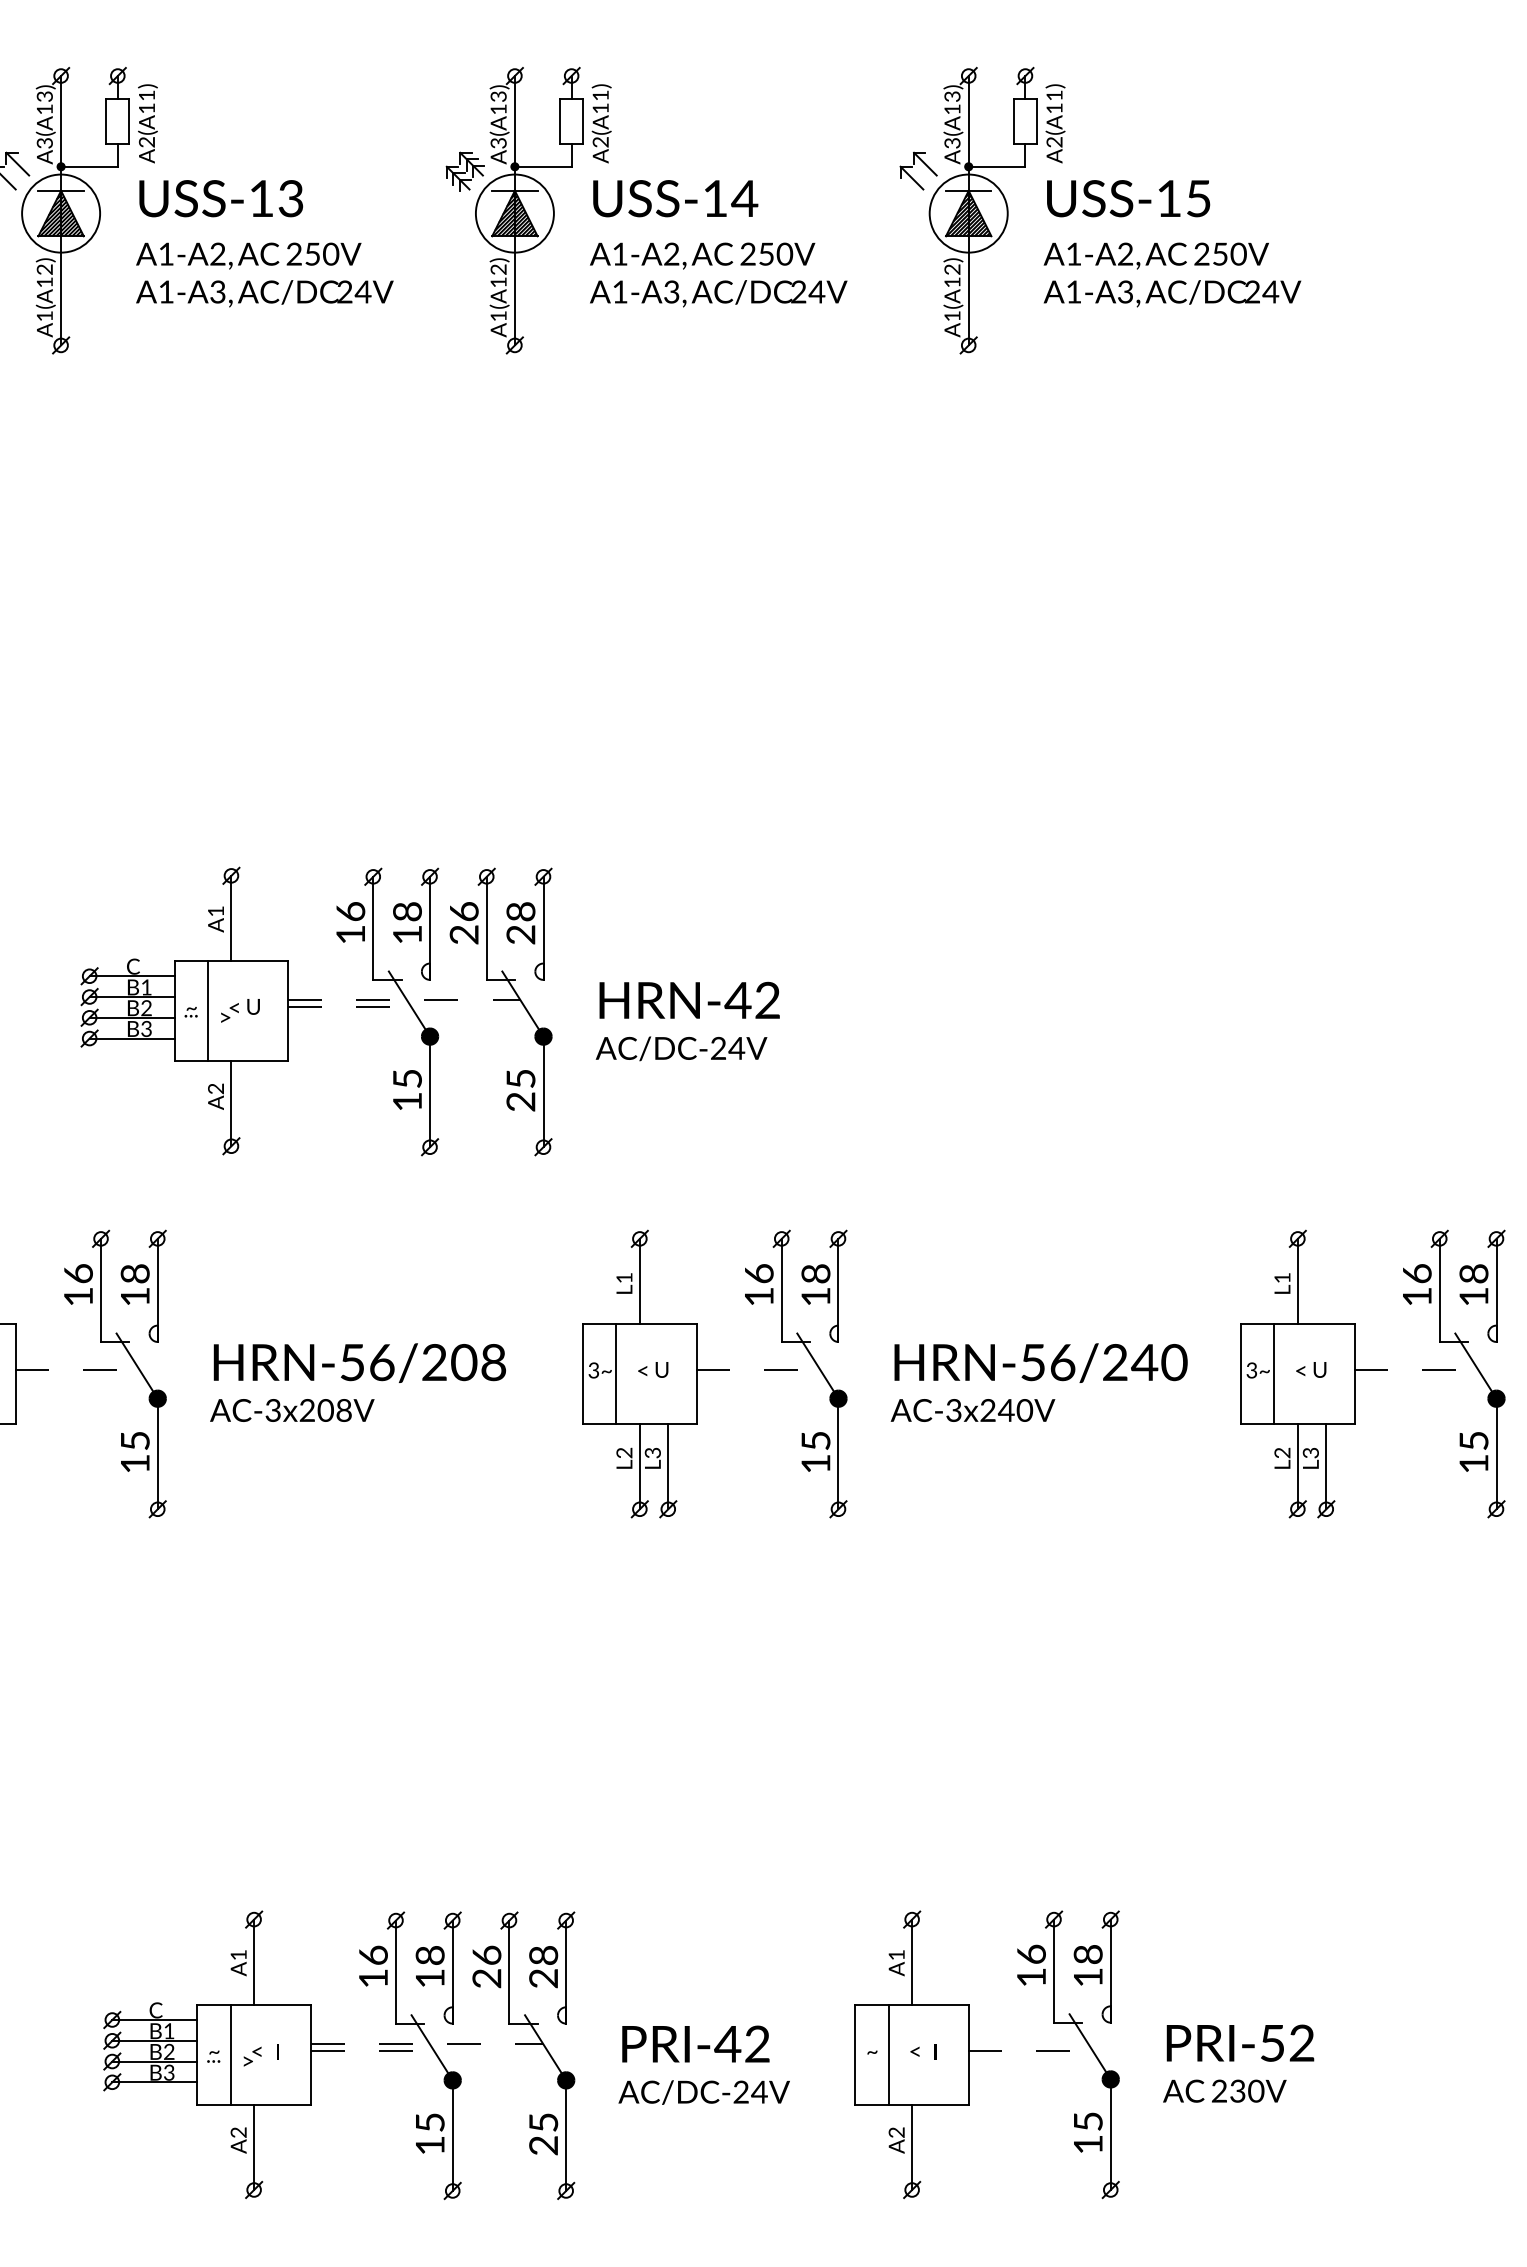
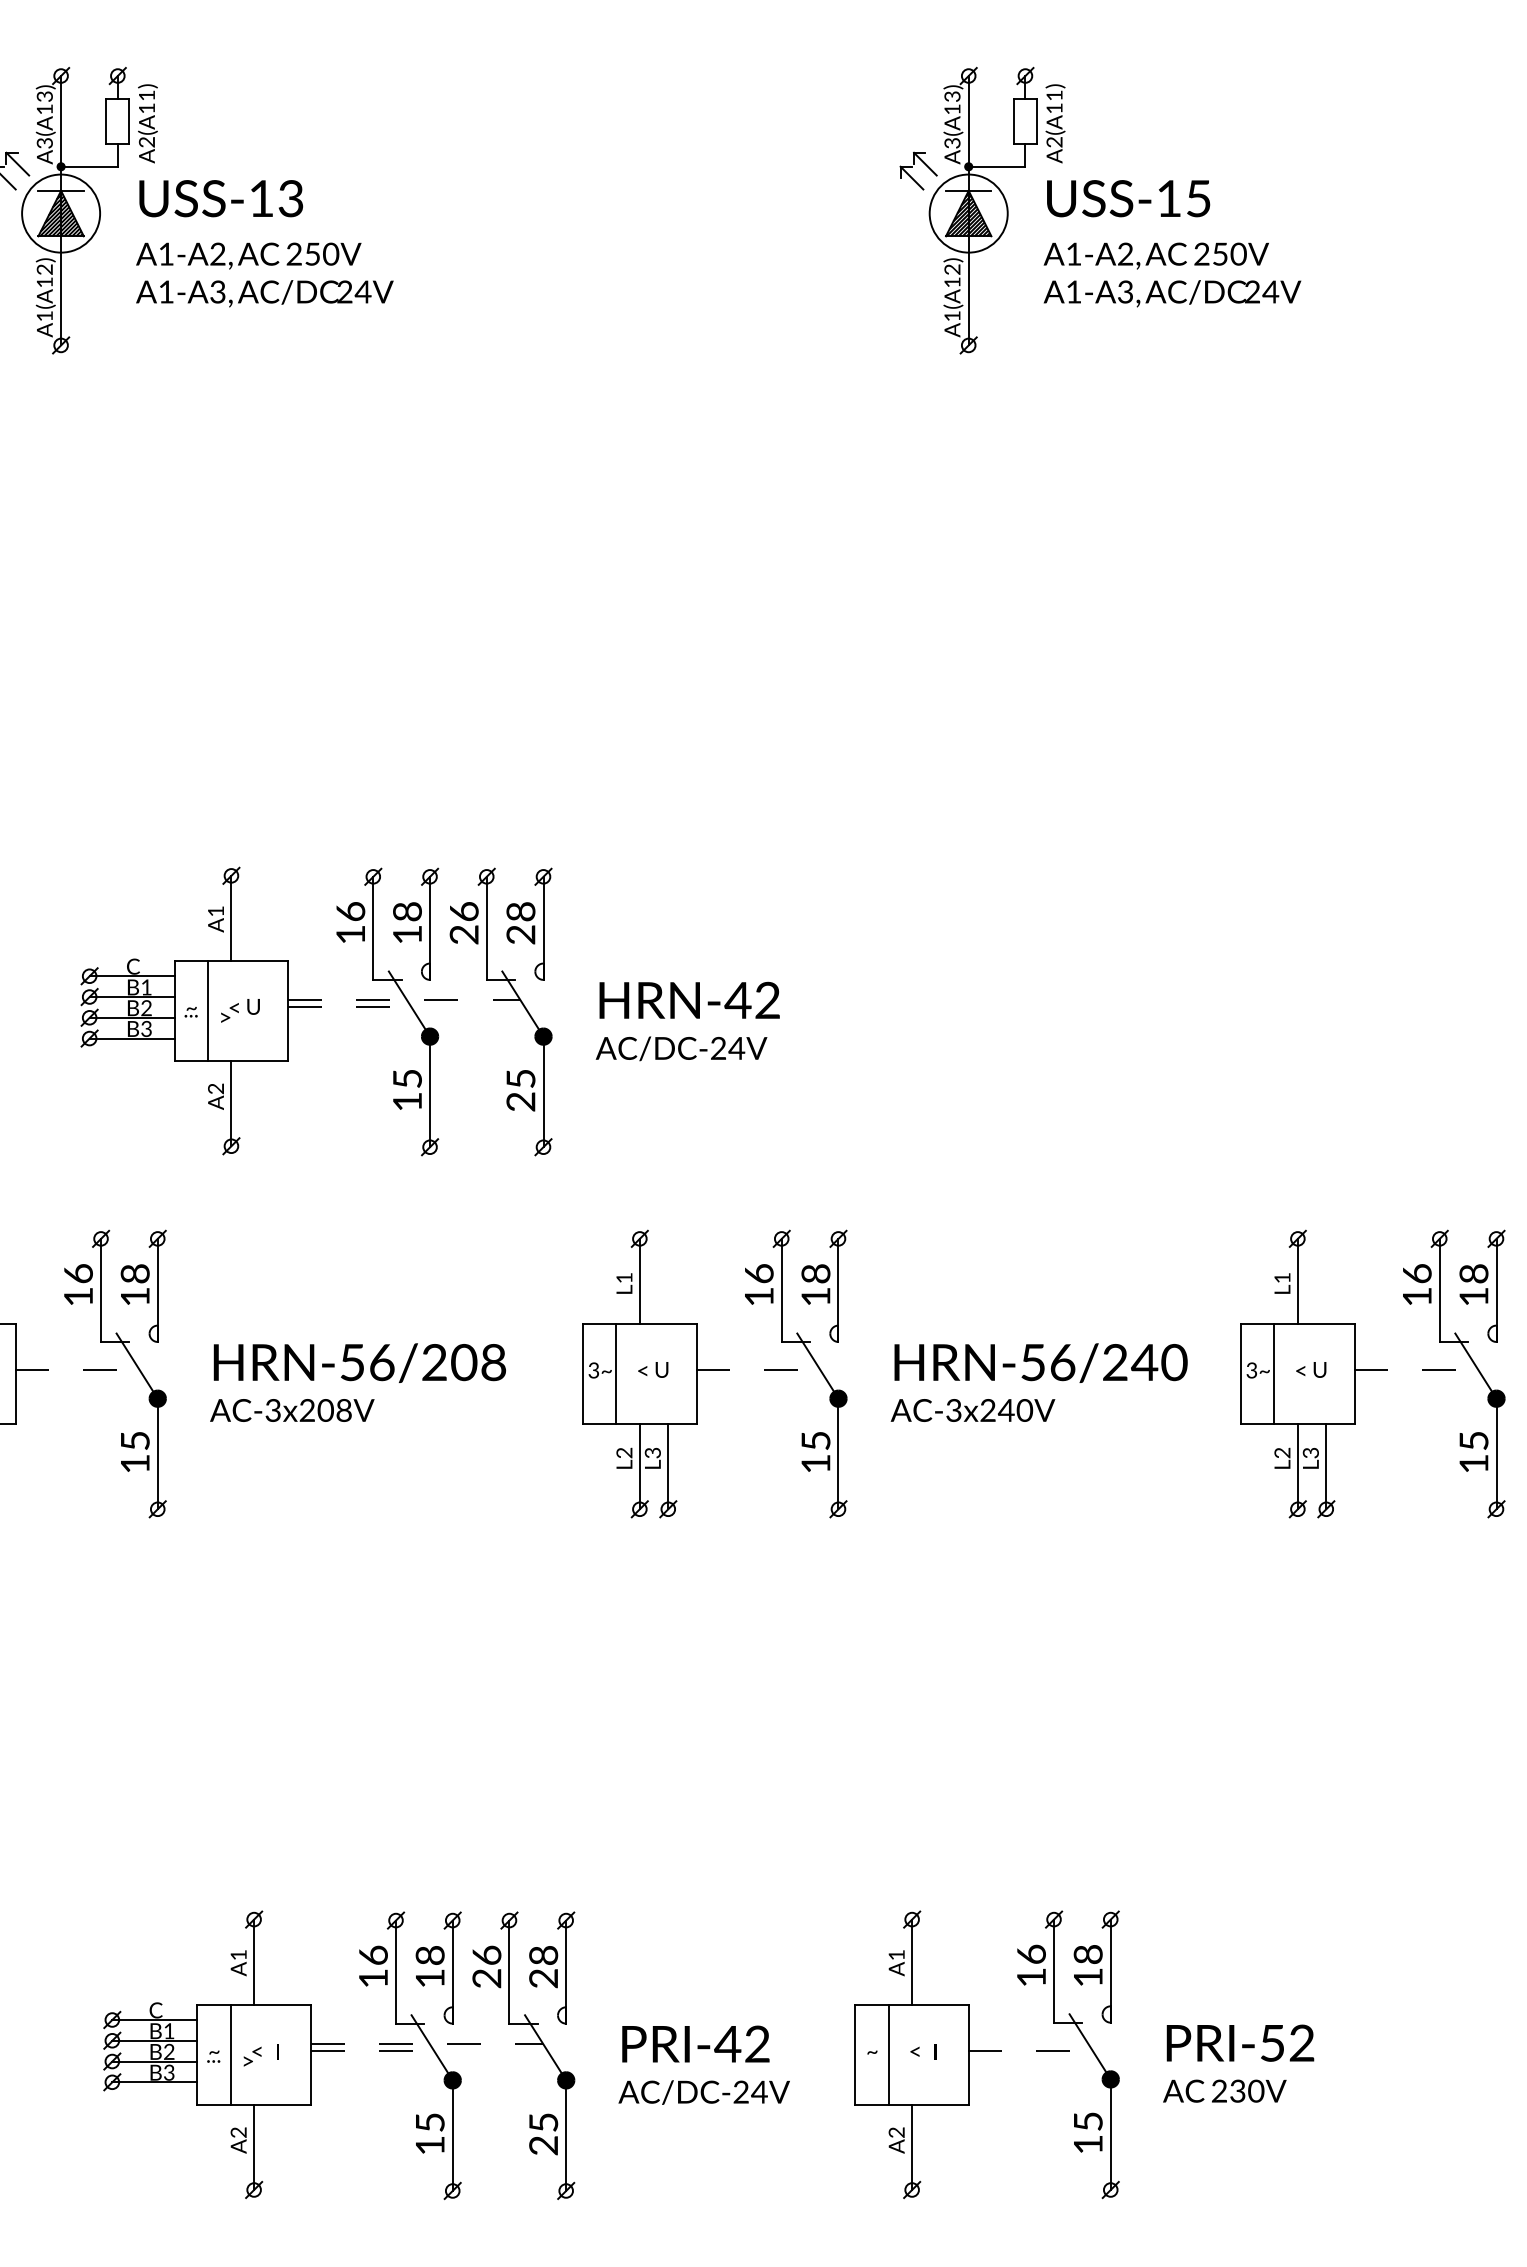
part at (646, 210): present -> none
